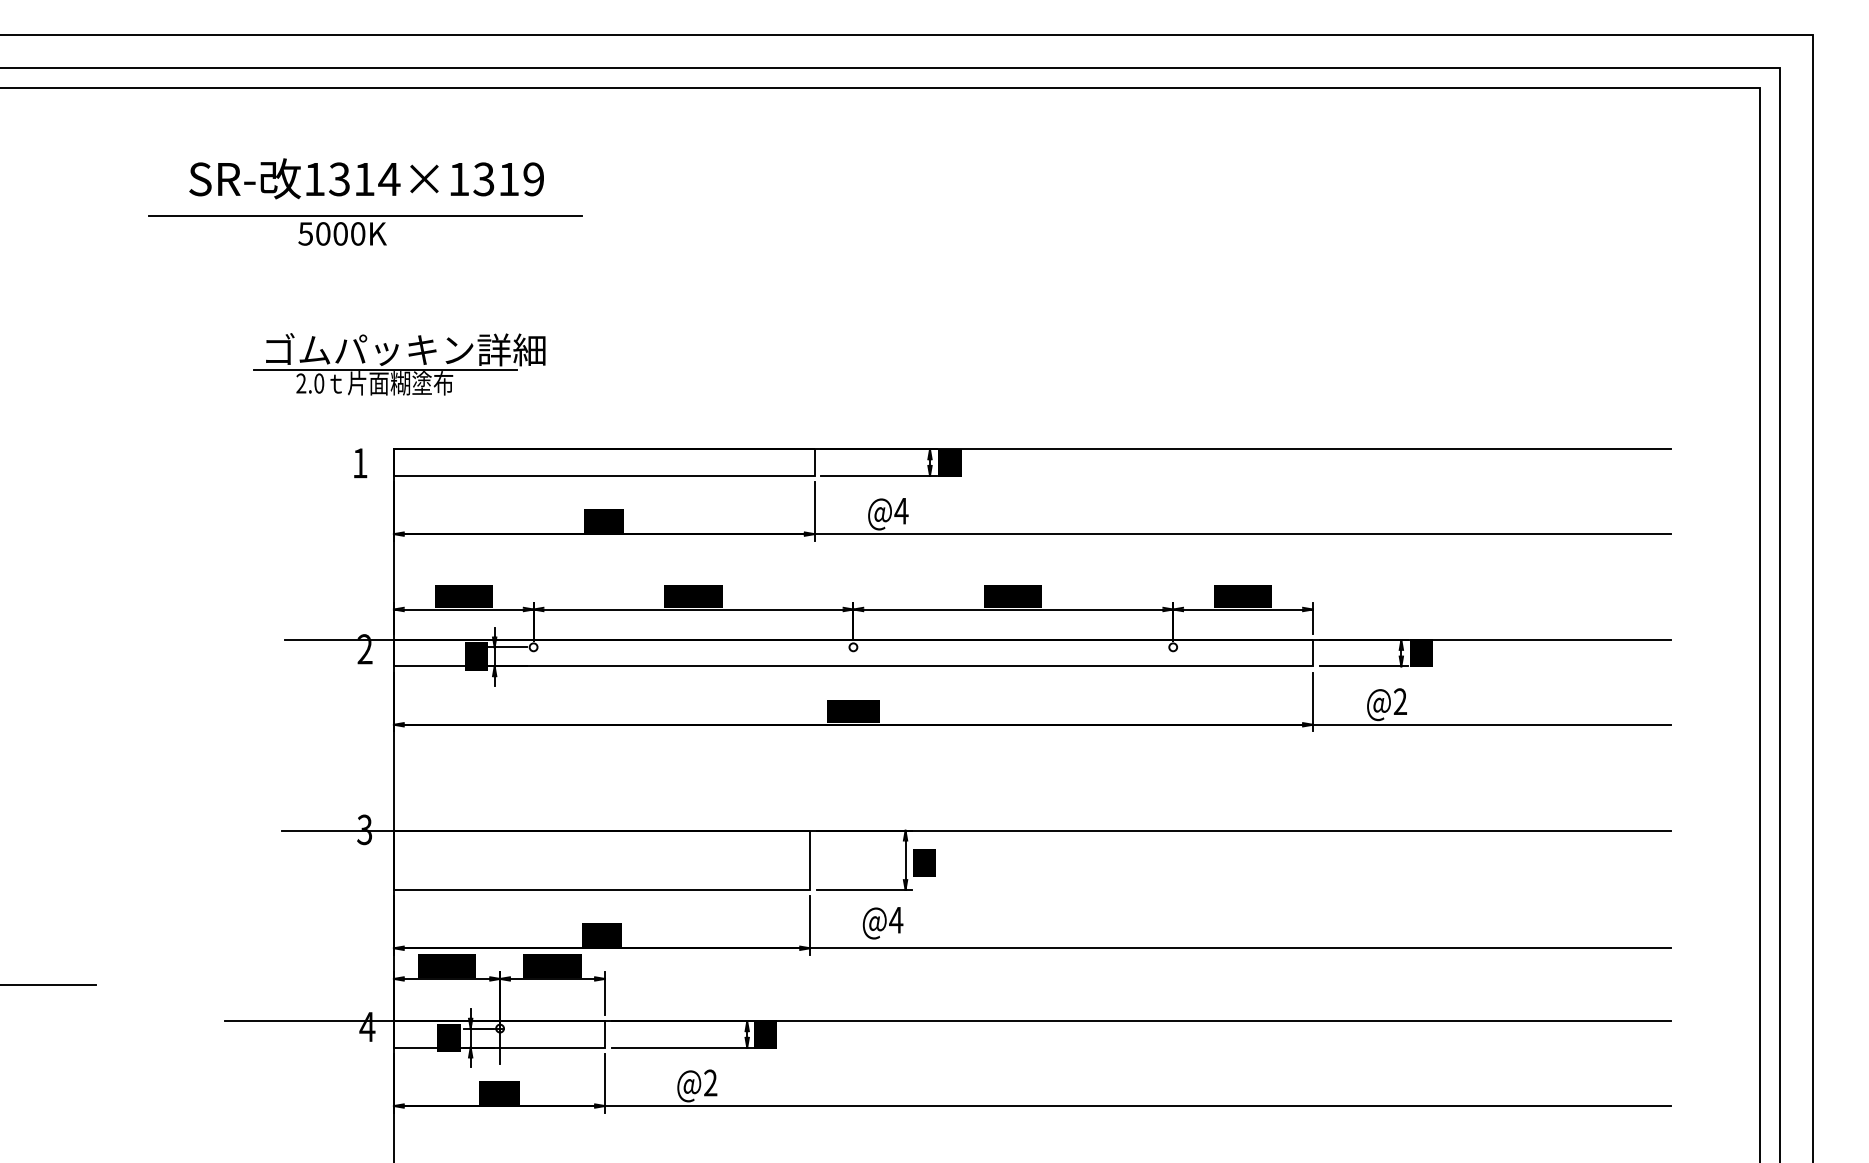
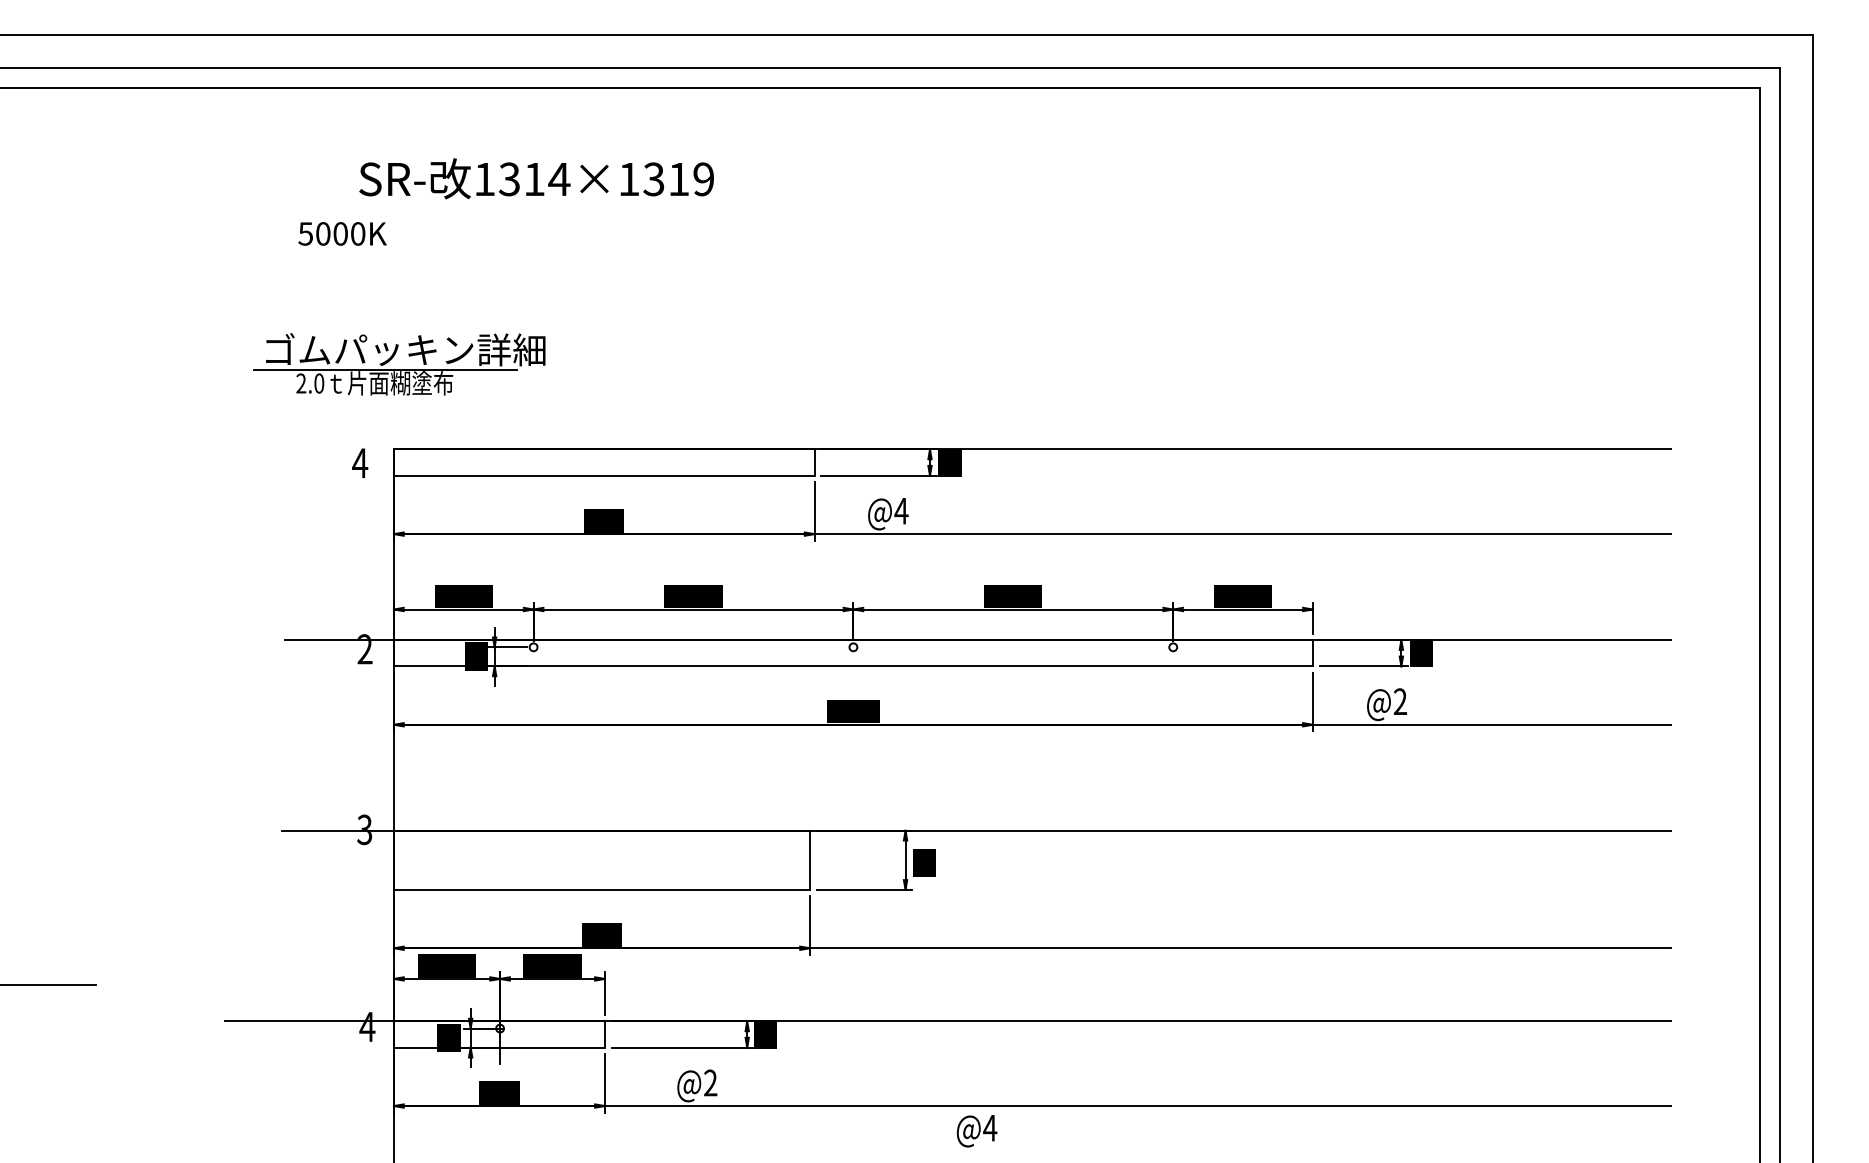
text at (366, 178) position: (366, 178) -> (536, 178)
line at (365, 215): present -> none
text at (360, 463): 1 -> 4
text at (882, 923) position: (882, 923) -> (976, 1131)
